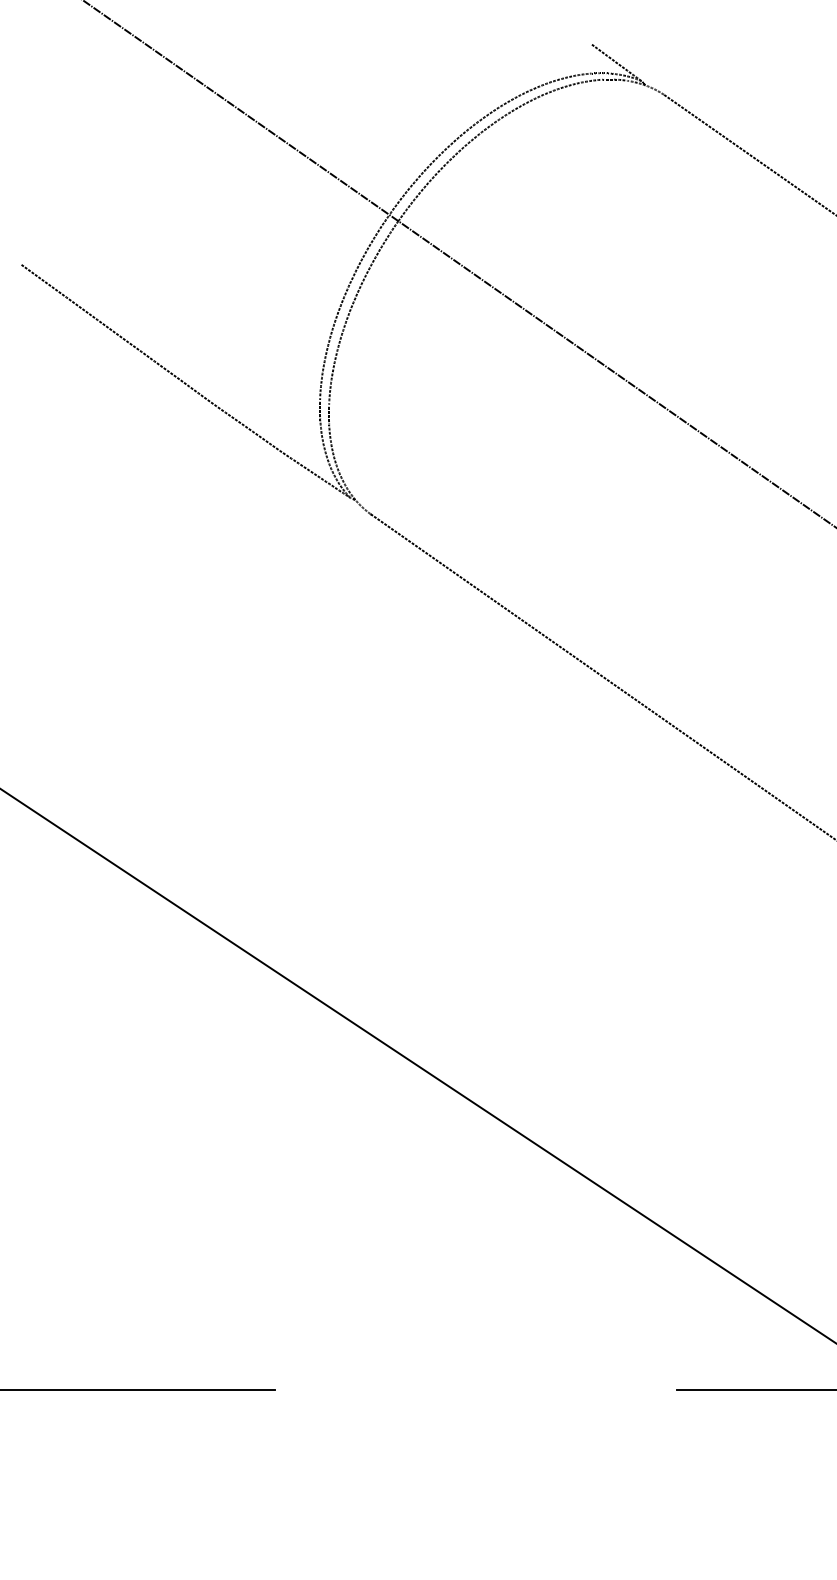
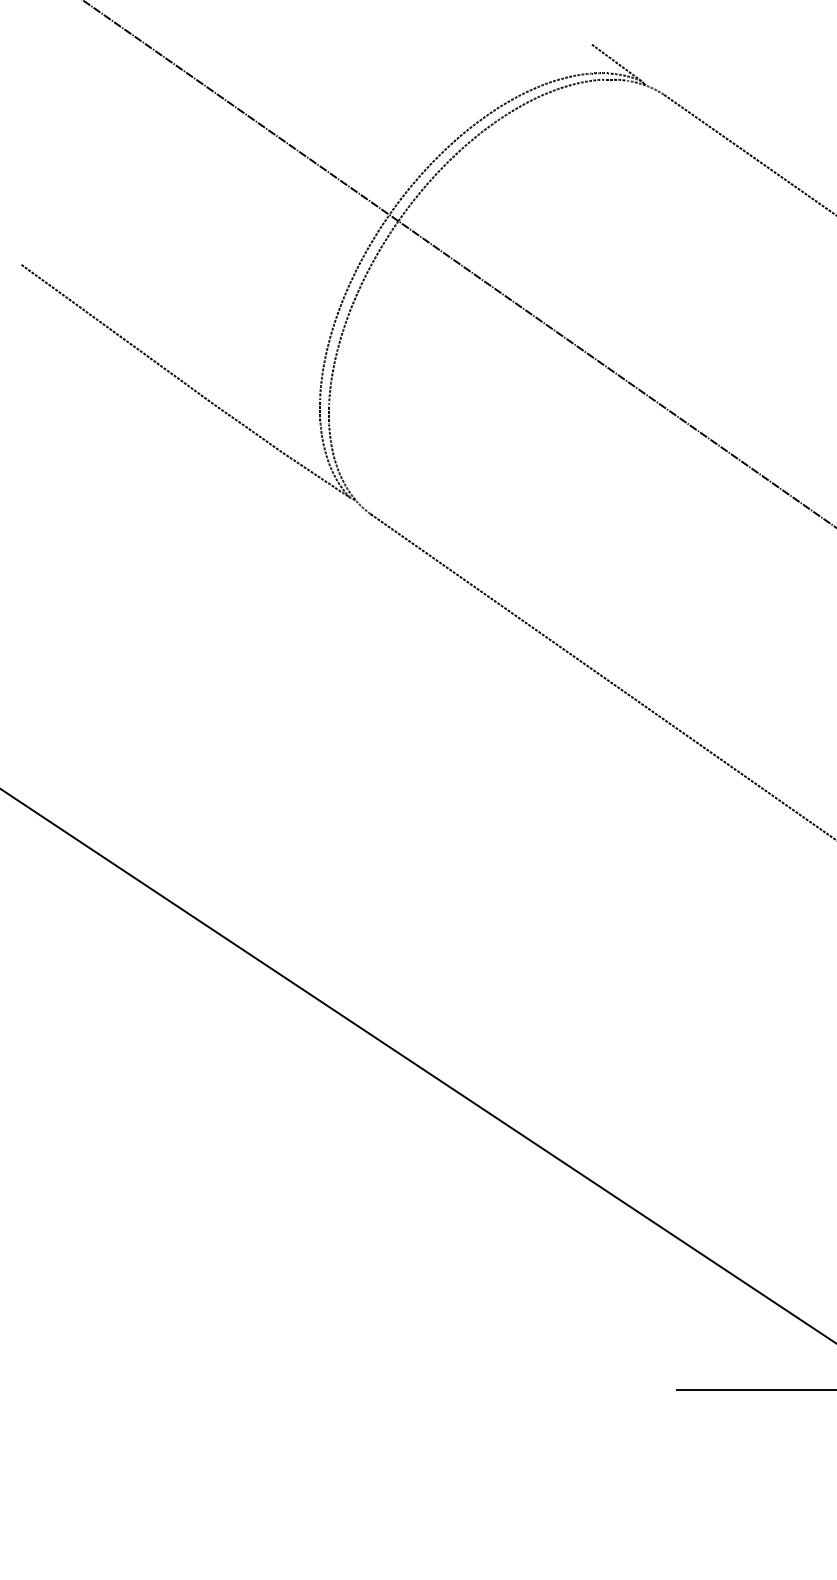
line at (138, 1390): present -> none
